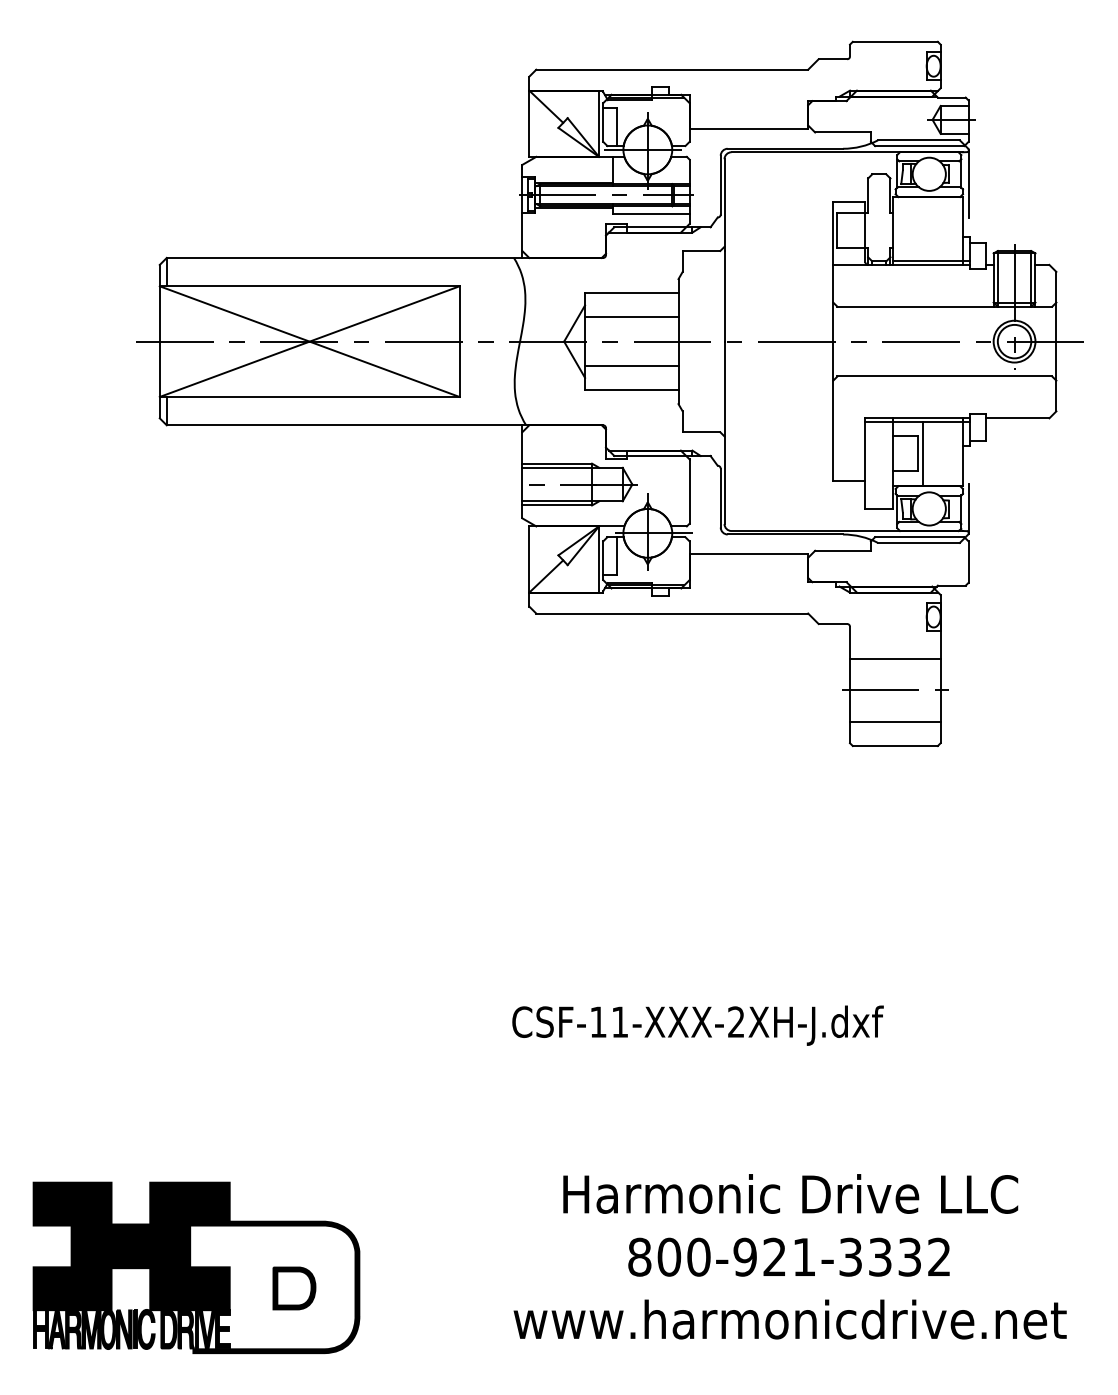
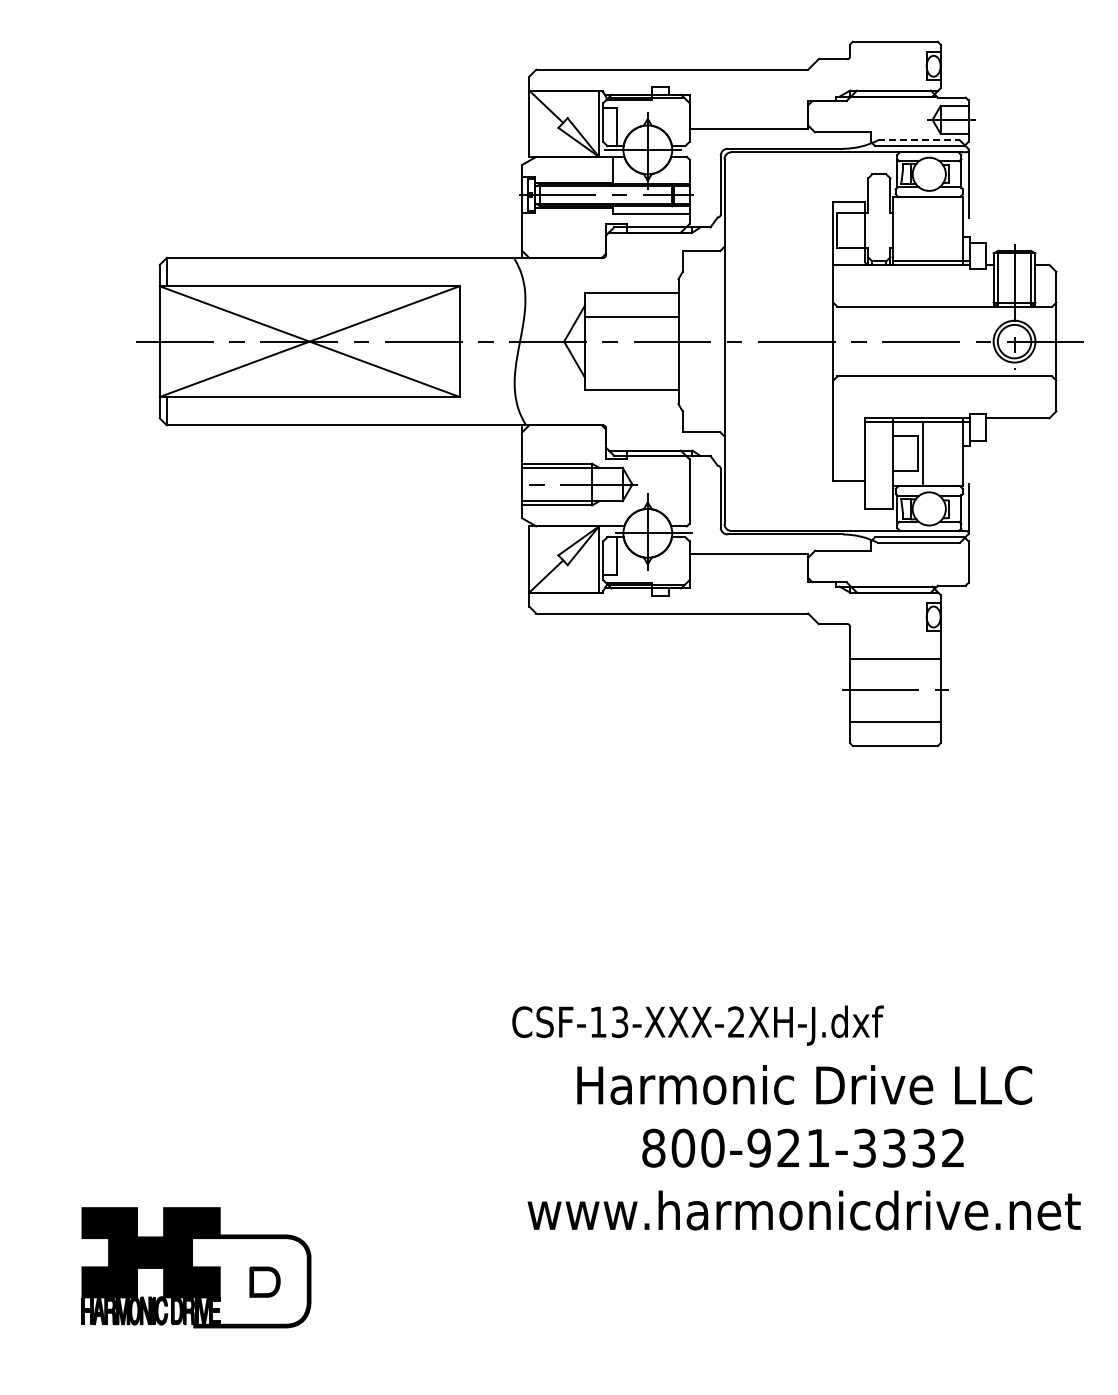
line at (918, 140): solid -> dashed
line at (631, 365): present -> none
text at (620, 1021): CSF-11-XXX-2XH-J.dxf -> CSF-13-XXX-2XH-J.dxf
text at (789, 1256) position: (789, 1256) -> (803, 1147)
part at (196, 1267) size: 329x173 px -> 231x122 px
